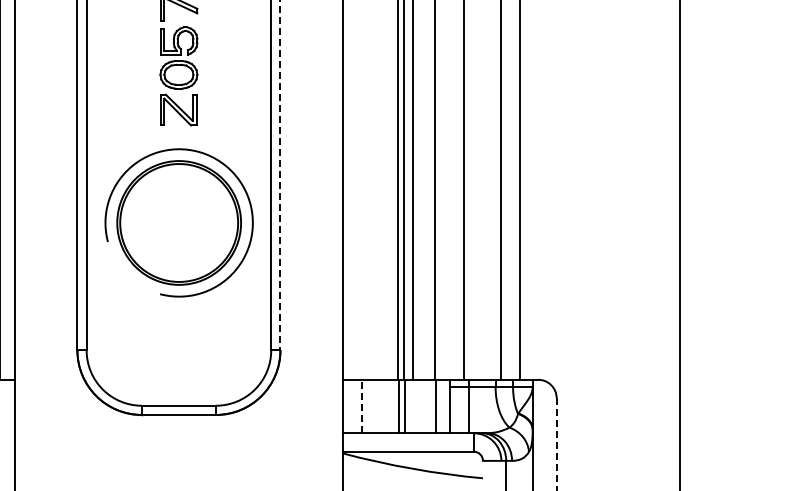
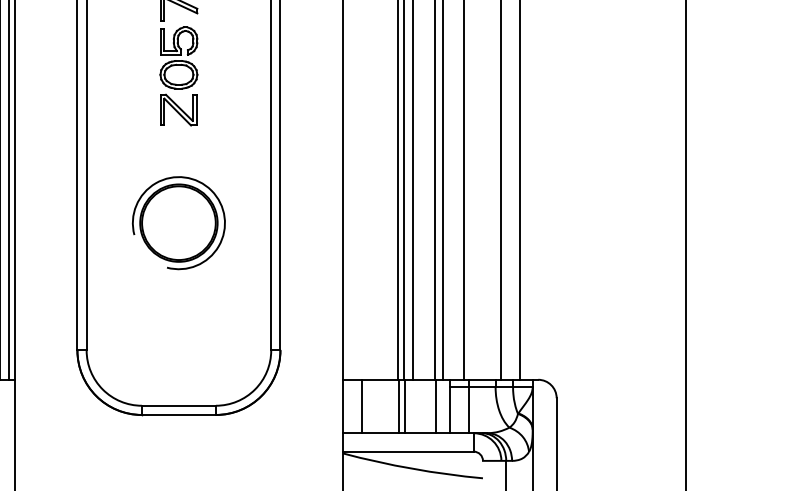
line at (280, 175): dashed -> solid
line at (9, 190): none -> present
line at (443, 190): none -> present
part at (178, 222) size: 150x150 px -> 95x95 px
line at (679, 244) position: (679, 244) -> (685, 244)
line at (362, 406): dashed -> solid
line at (556, 445): dashed -> solid
